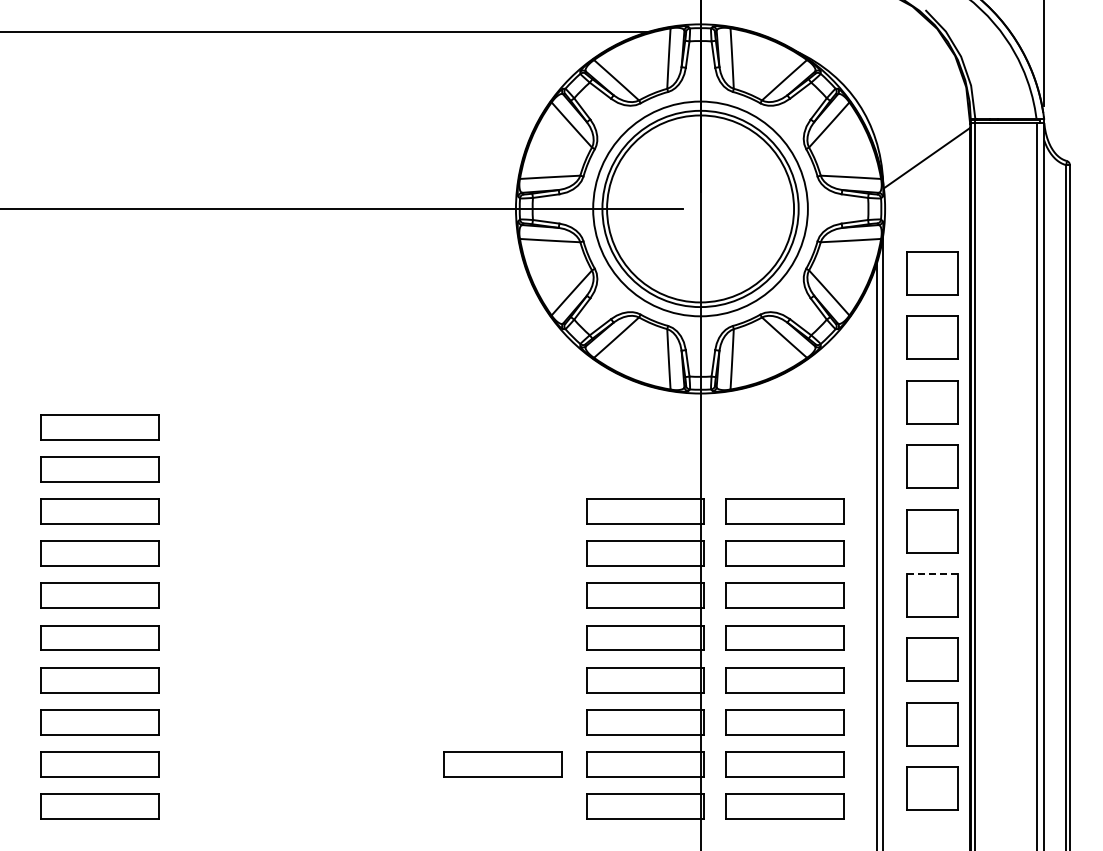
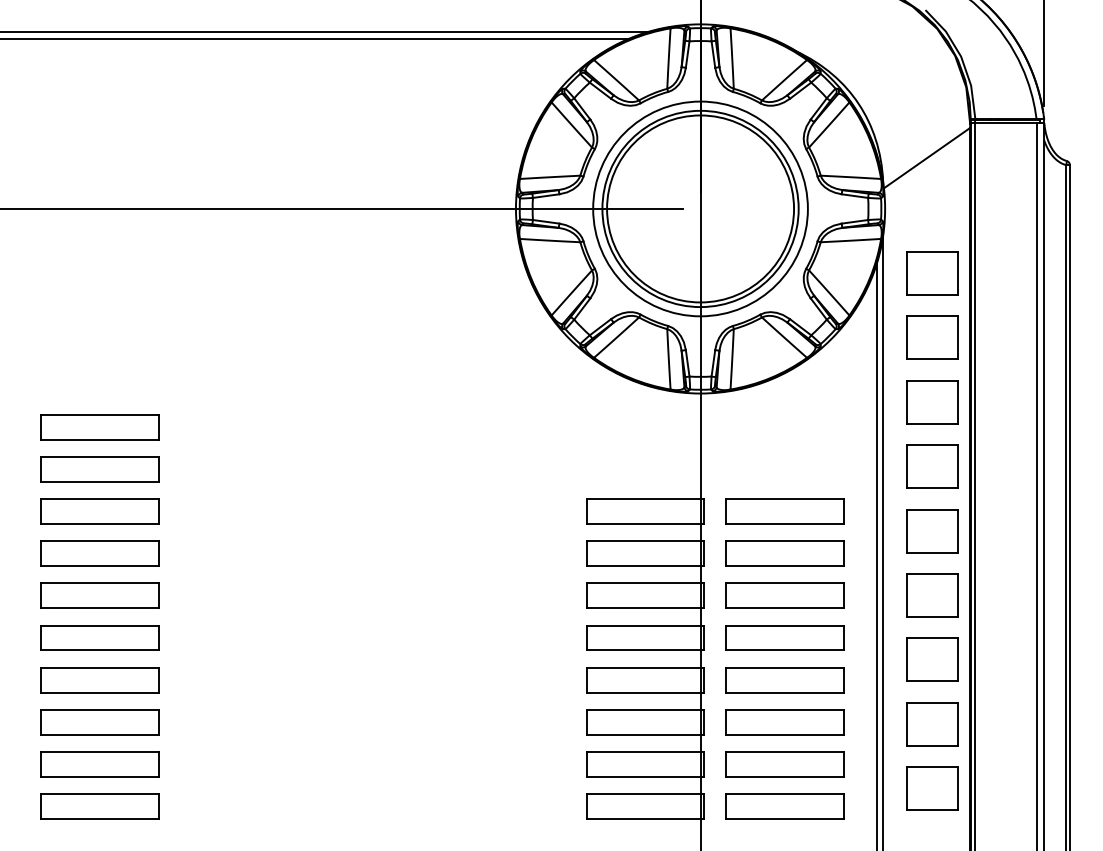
line at (315, 39): none -> present
line at (932, 574): dashed -> solid
part at (502, 764): present -> none
